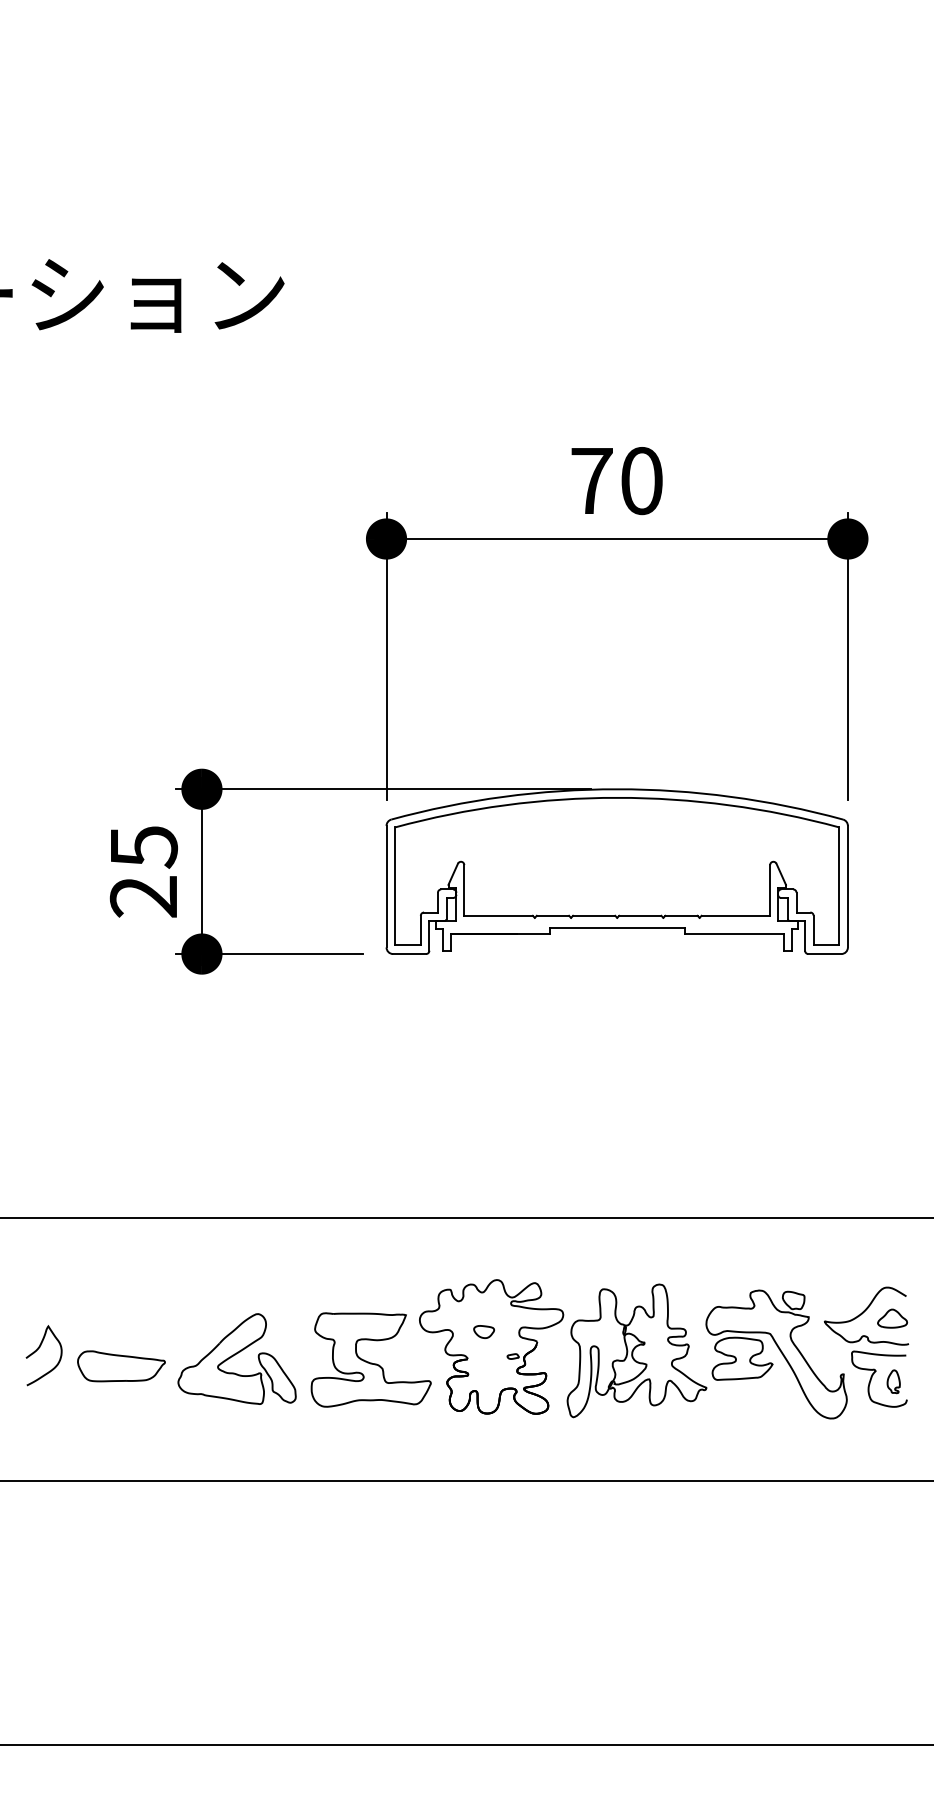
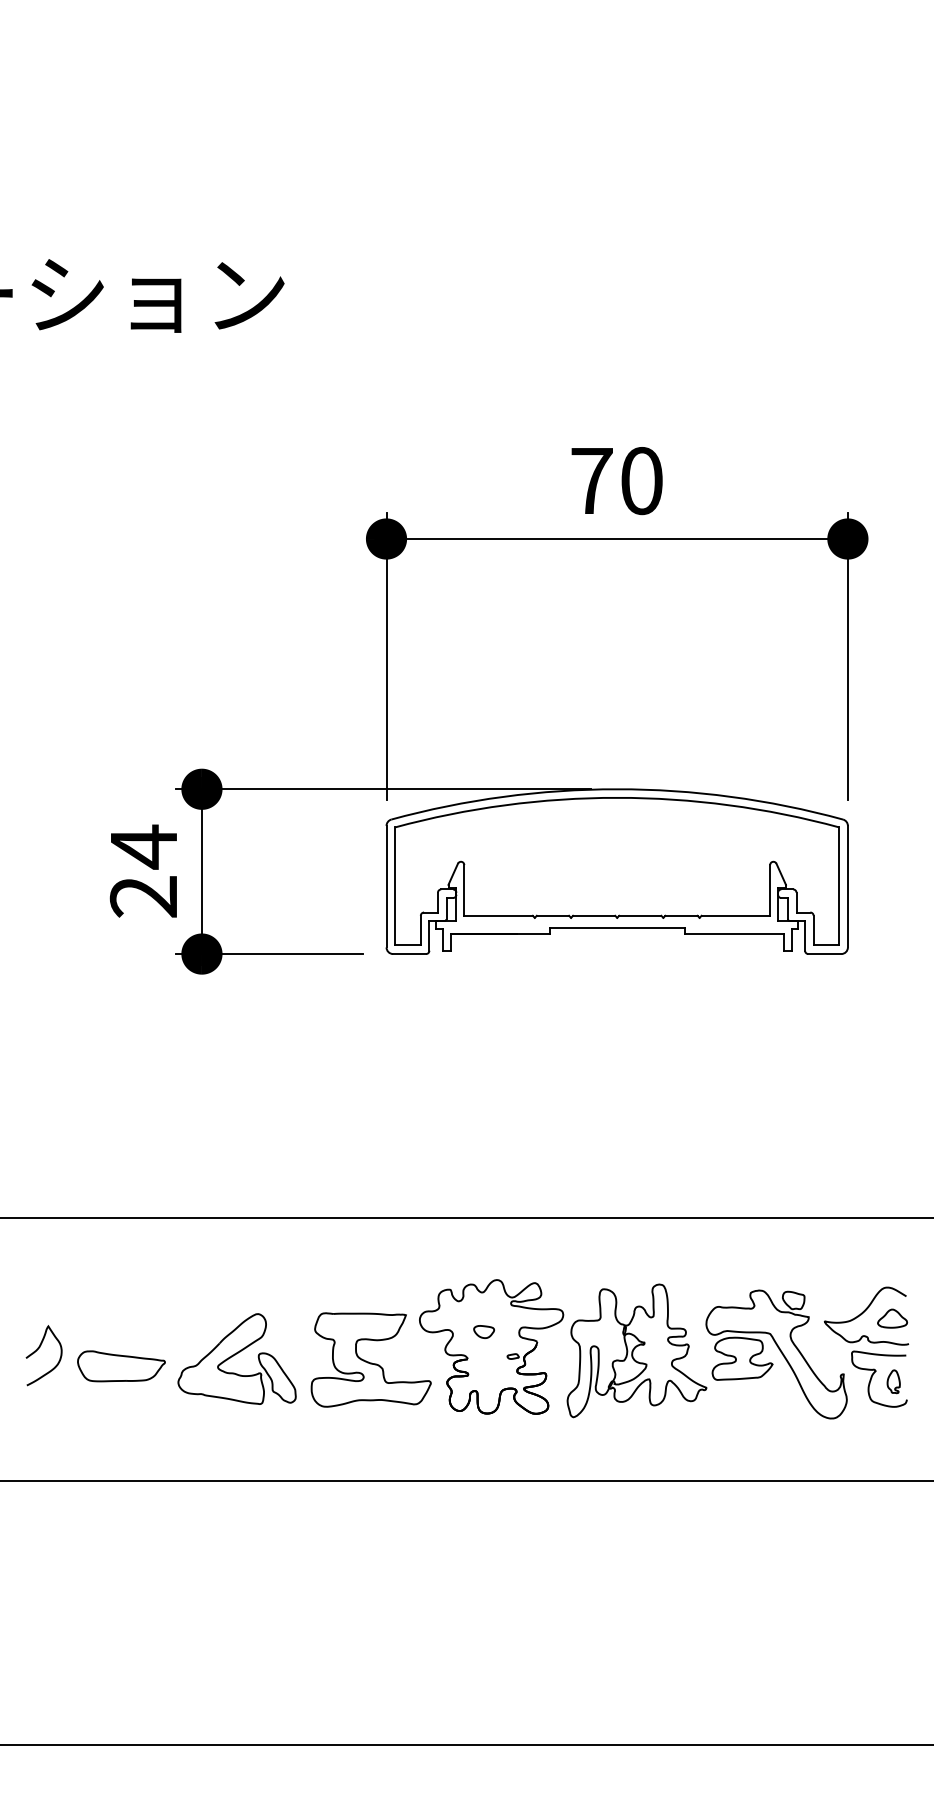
text at (144, 846): 25 -> 24
